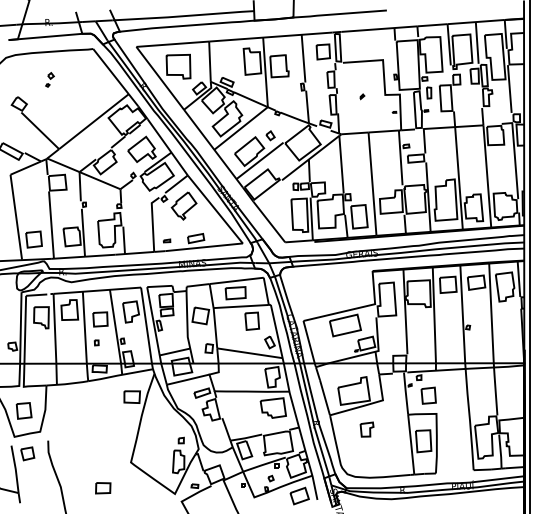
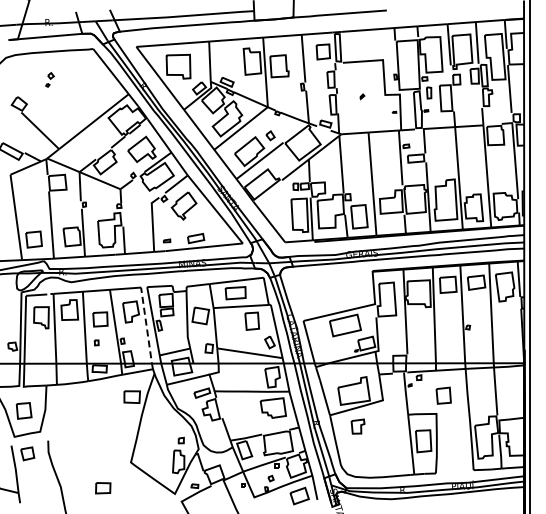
line at (147, 329): solid -> dashed
part at (428, 395) position: (428, 395) -> (443, 395)
part at (366, 429) position: (366, 429) -> (357, 426)
